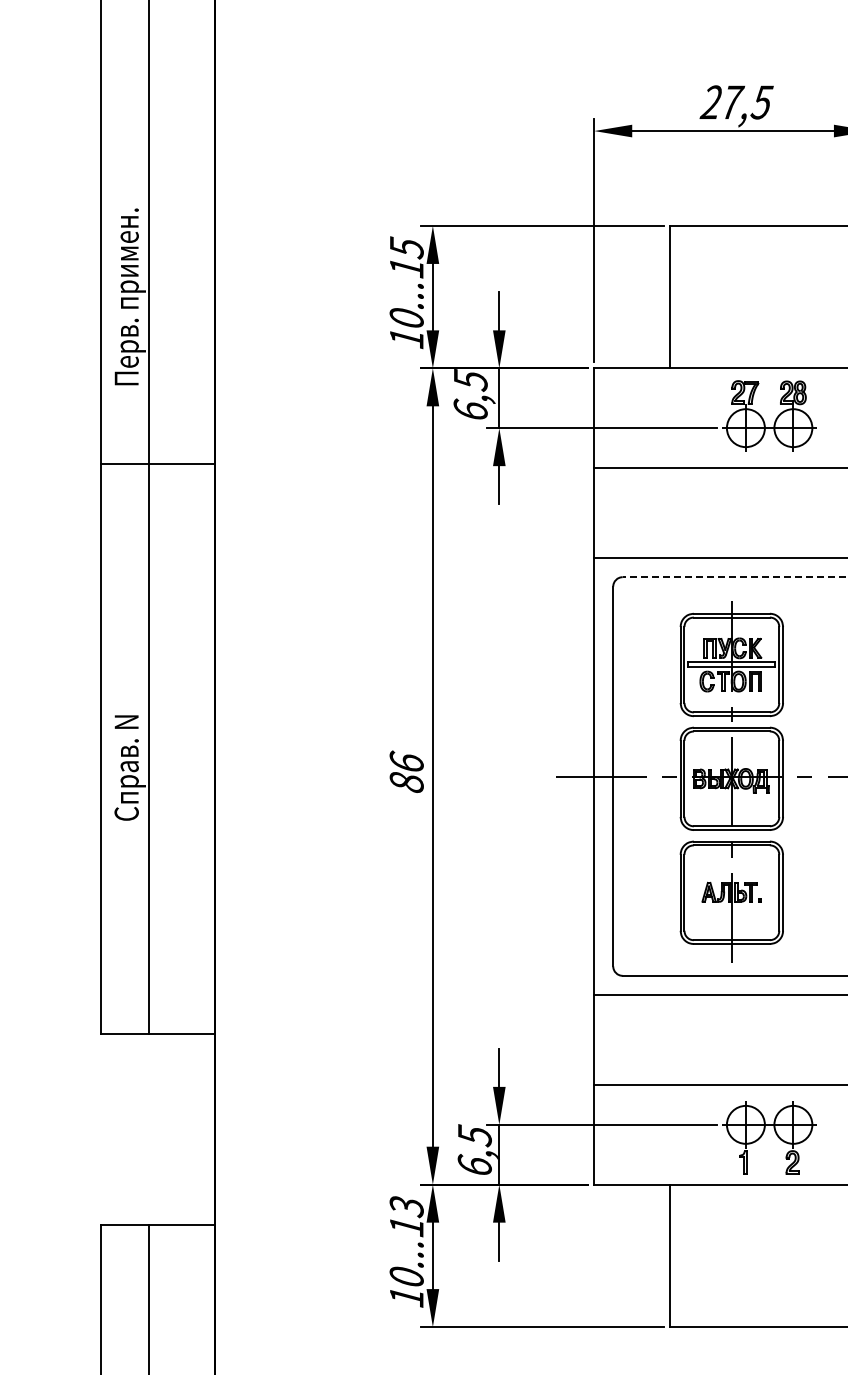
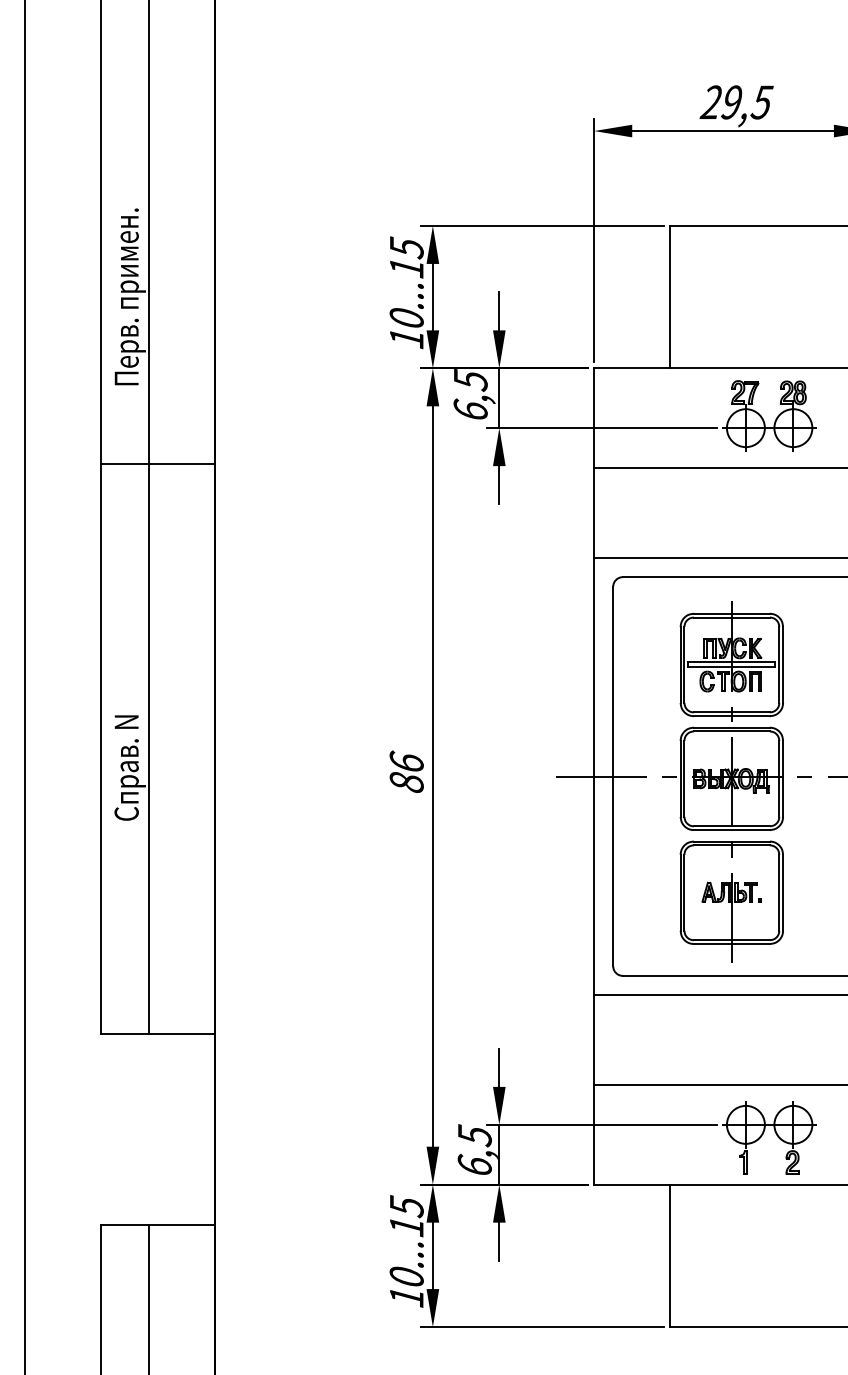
text at (733, 102): 27,5 -> 29,5
line at (734, 577): dashed -> solid
line at (25, 686): none -> present
text at (406, 1205): 10...13 -> 10...15
